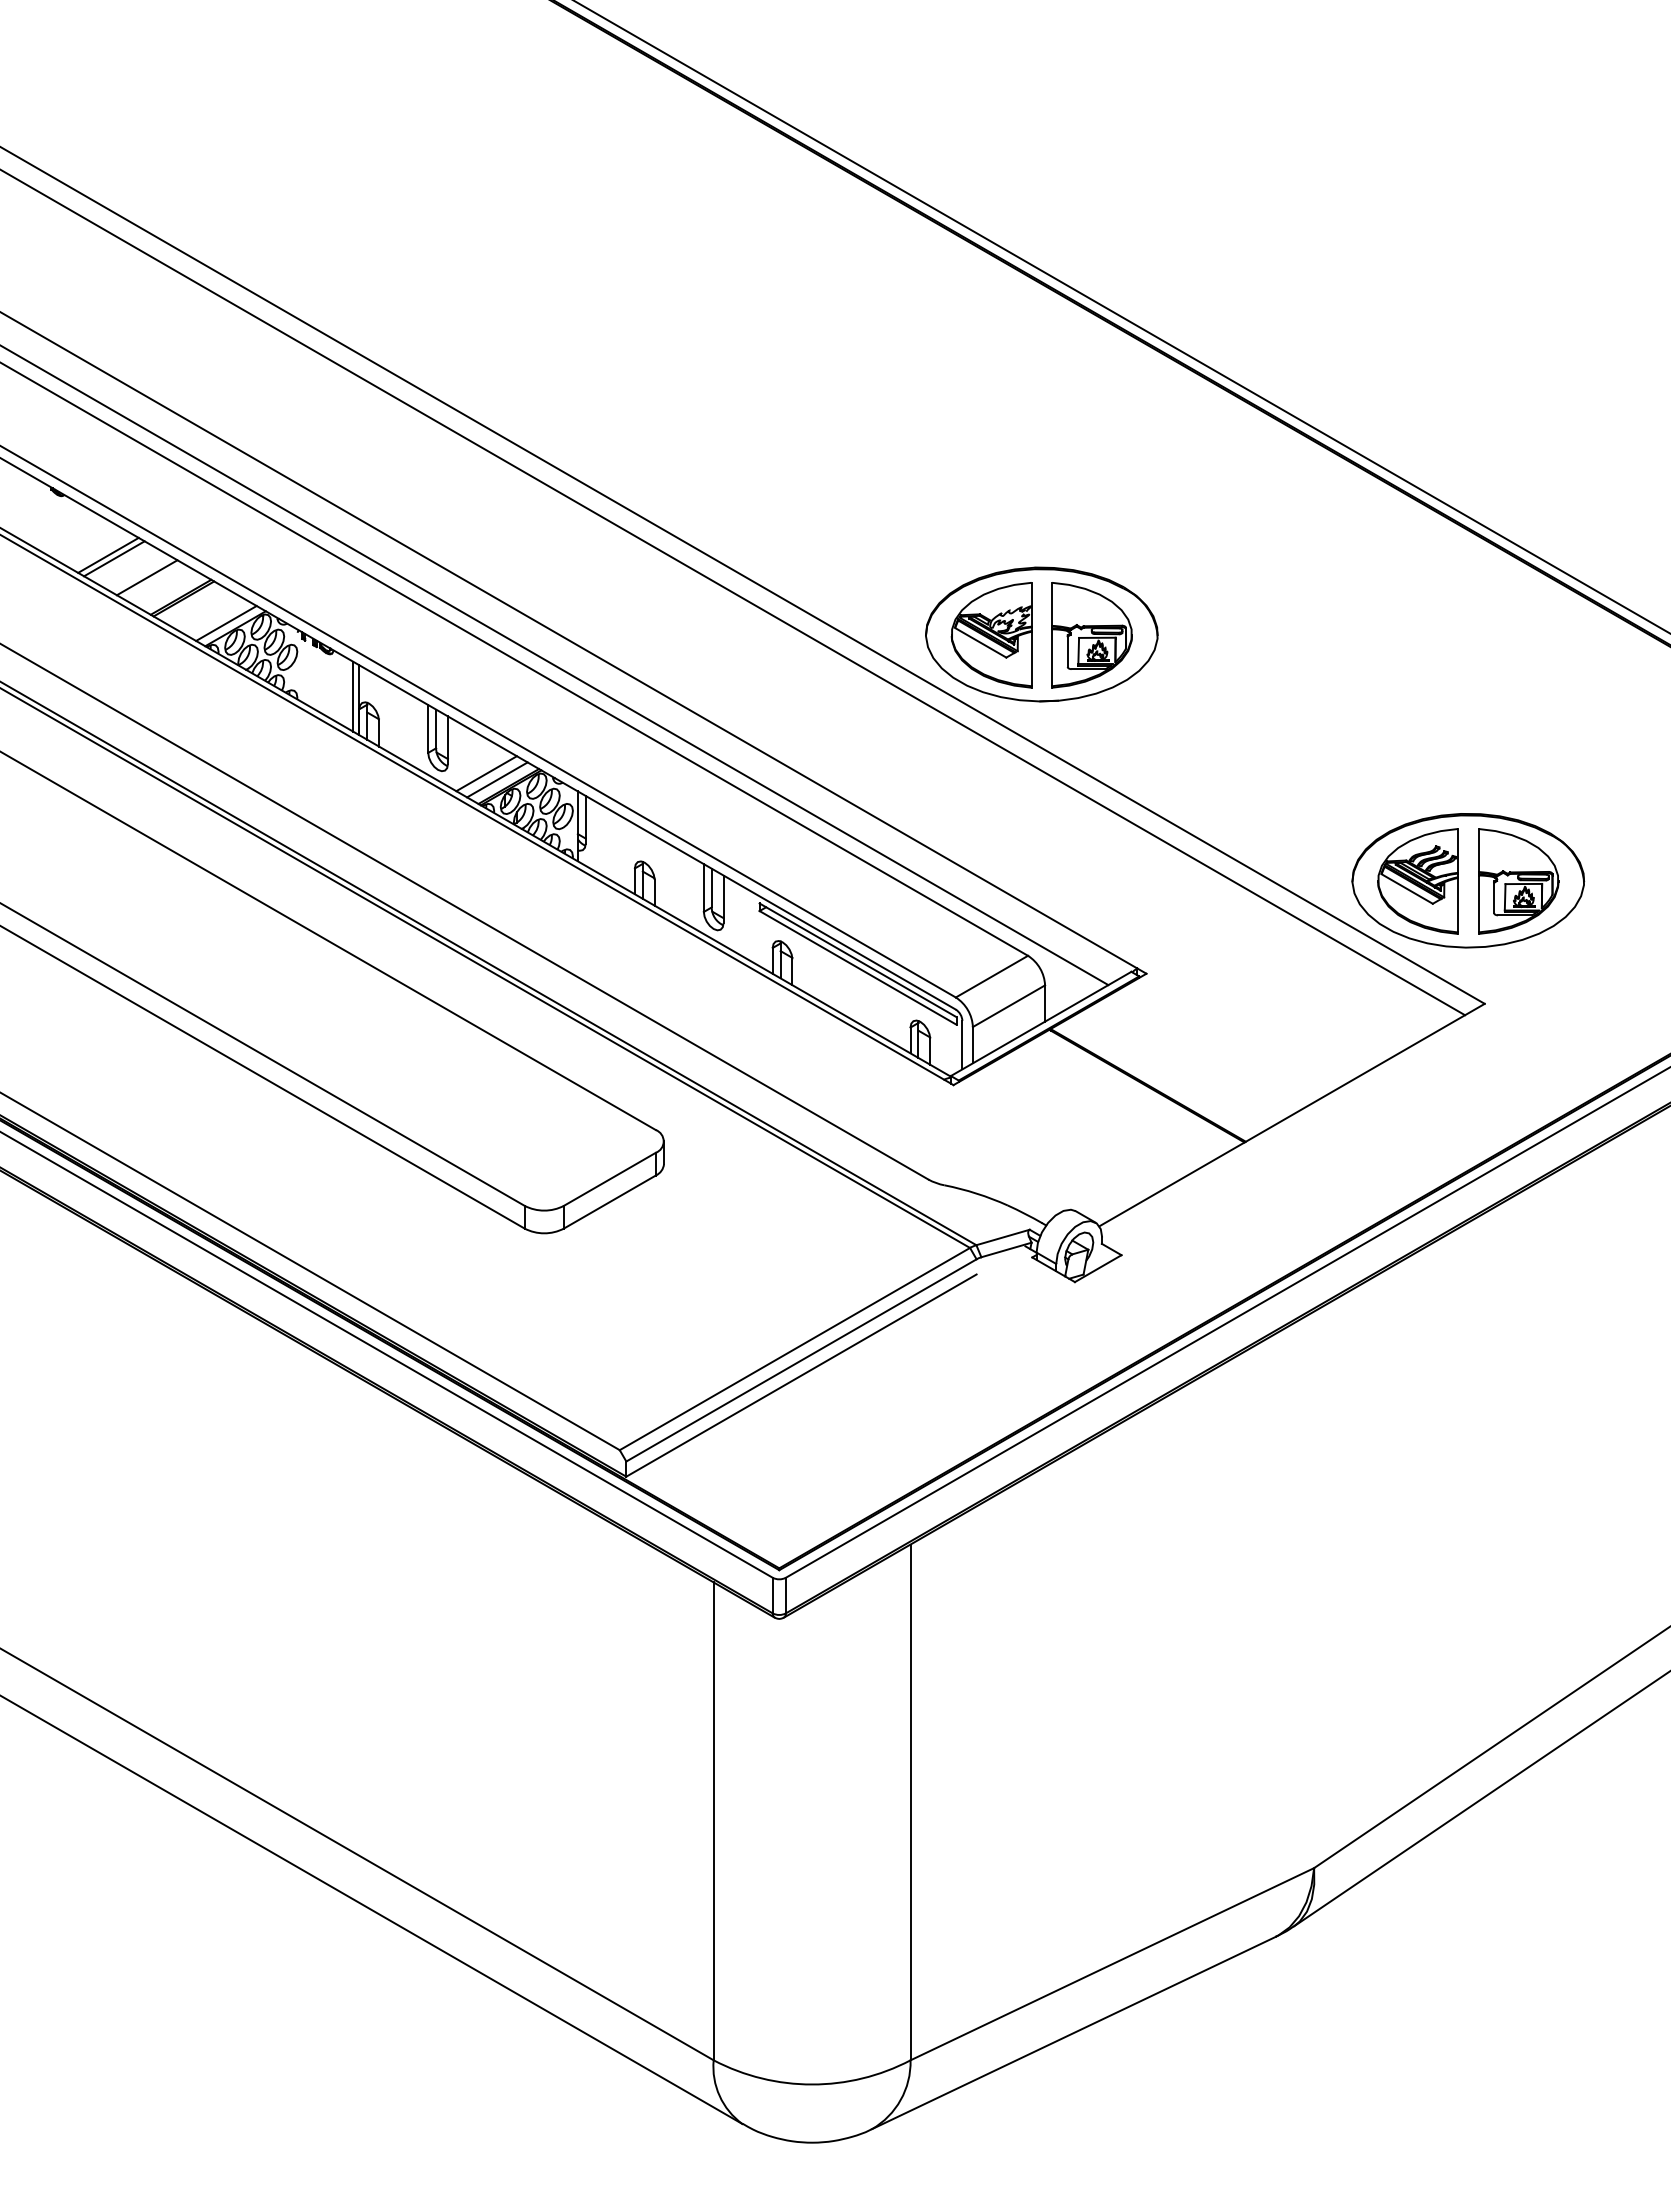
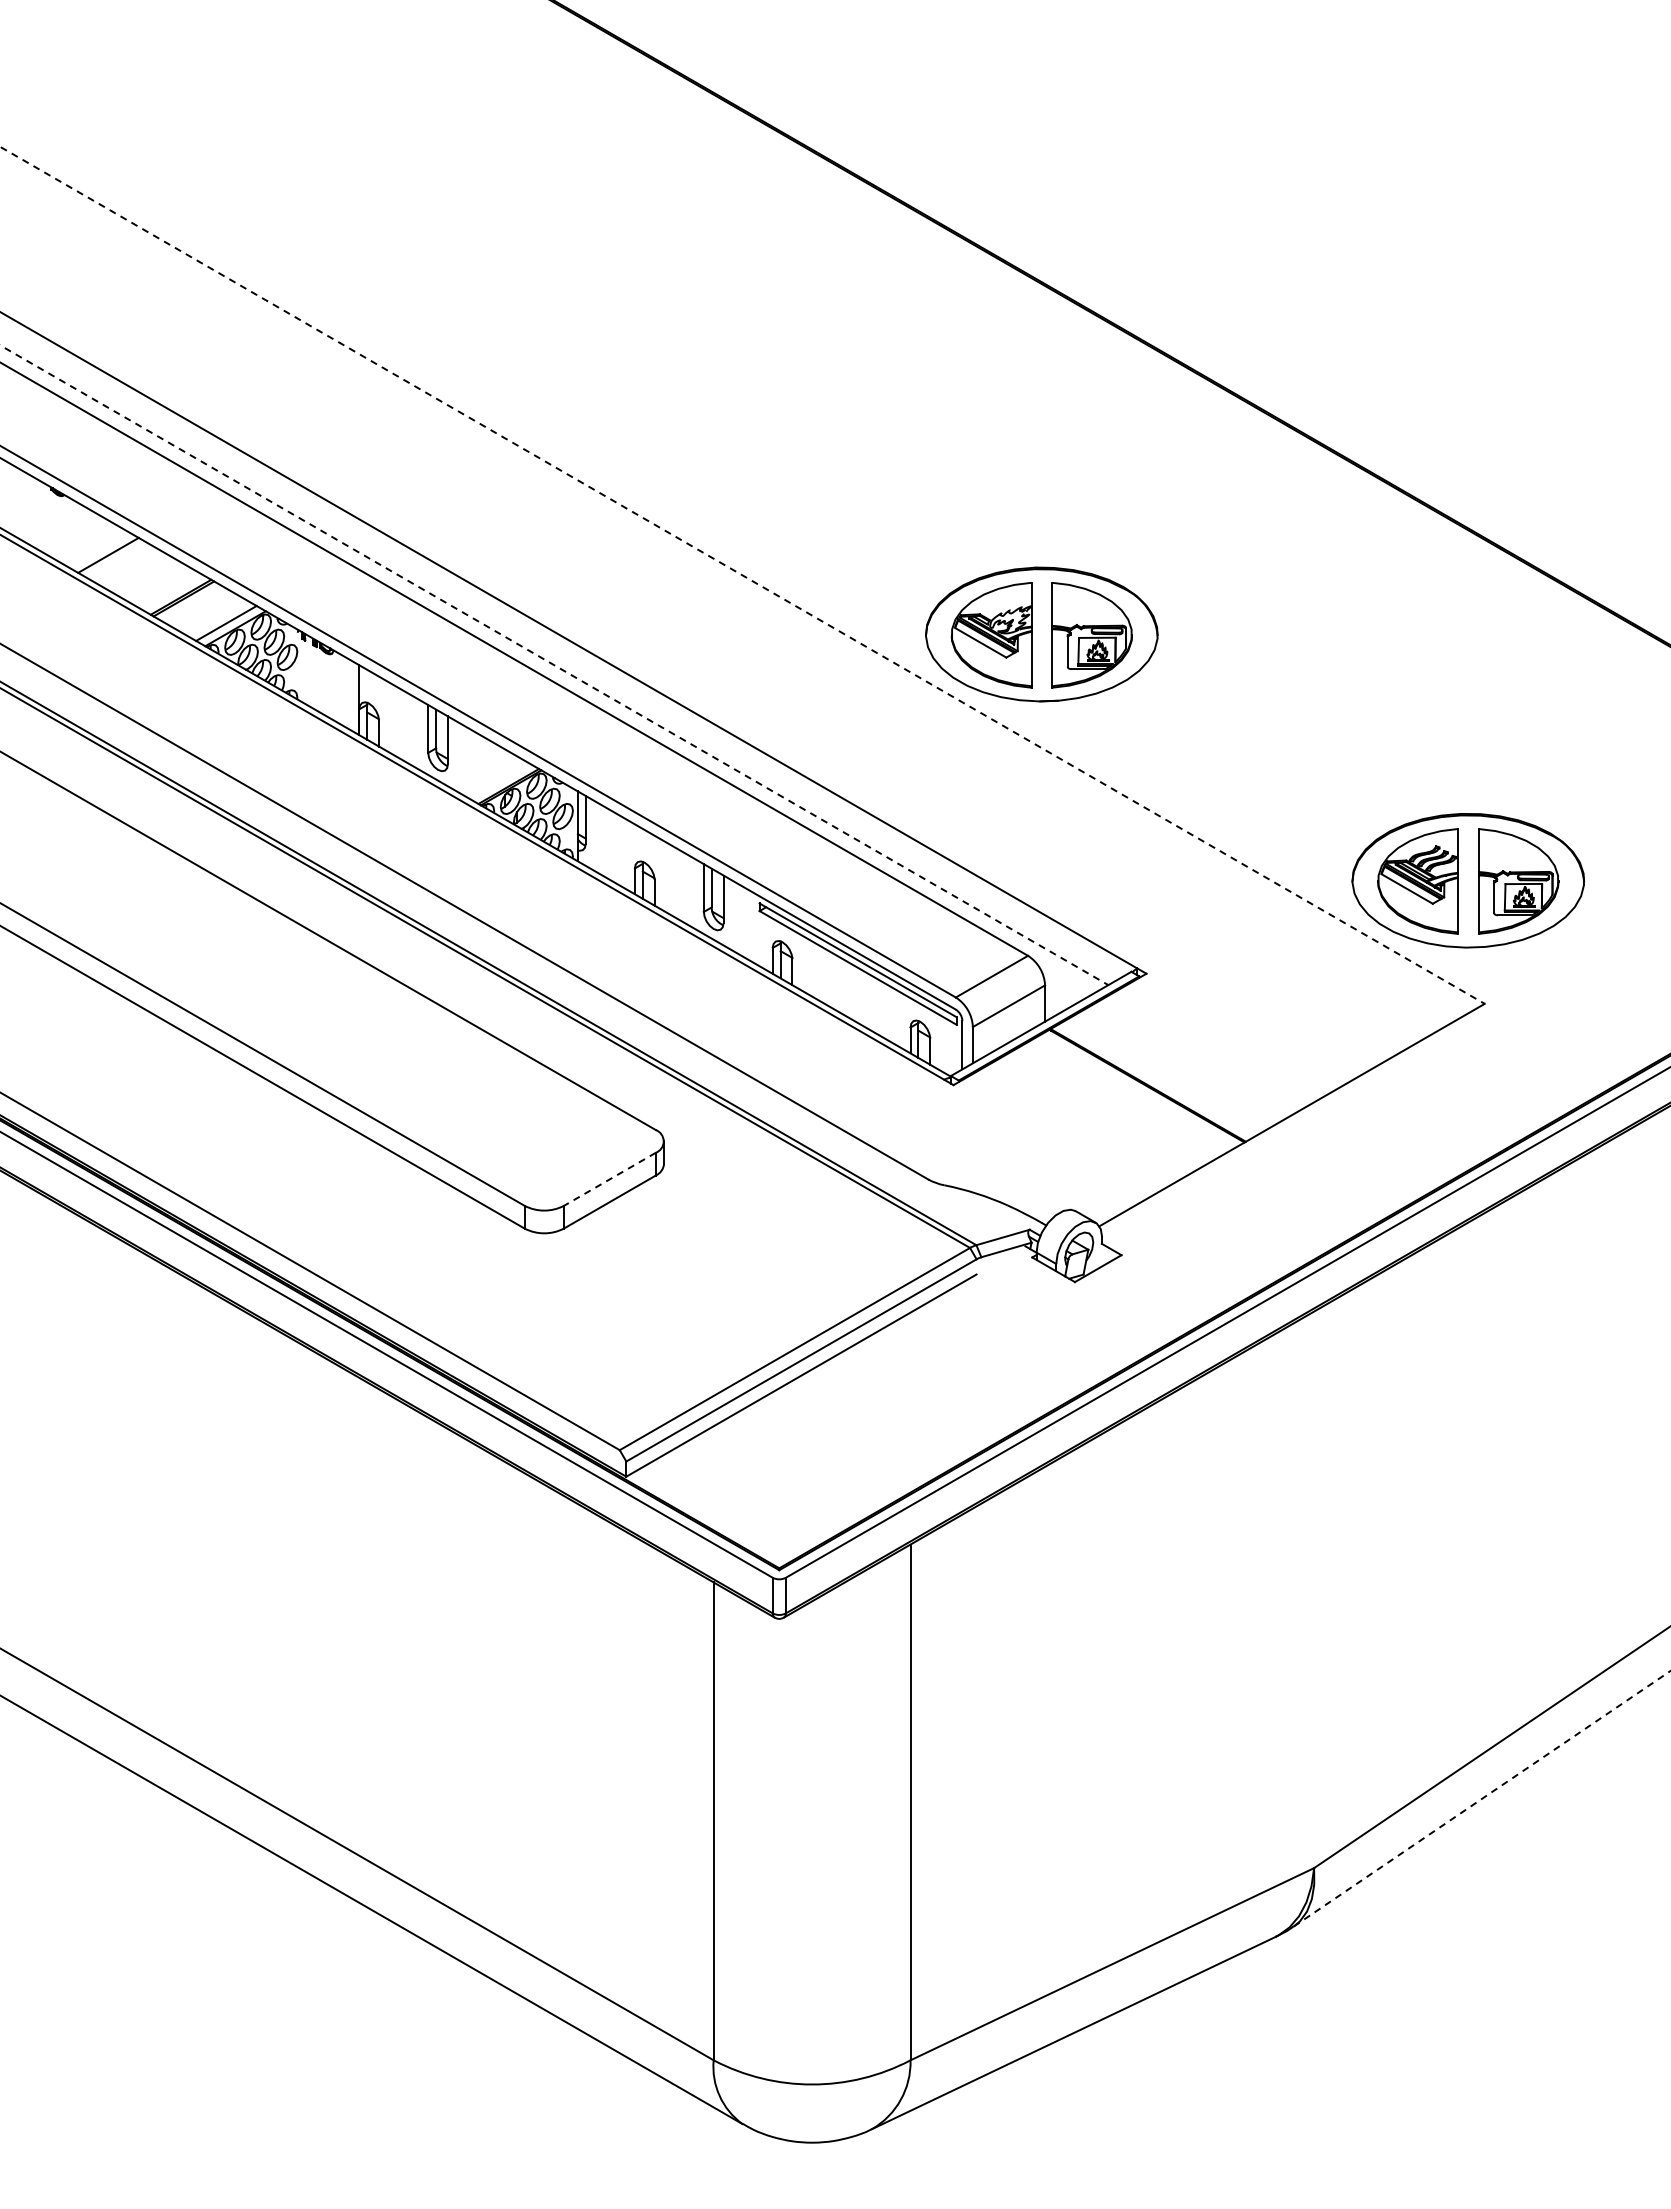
line at (1121, 317): present -> none
line at (114, 558): present -> none
line at (742, 575): solid -> dashed
line at (146, 577): present -> none
line at (733, 592): present -> none
line at (555, 665): solid -> dashed
line at (353, 696): present -> none
line at (486, 773): present -> none
line at (497, 779): present -> none
line at (609, 1179): solid -> dashed
line at (1482, 1798): solid -> dashed
